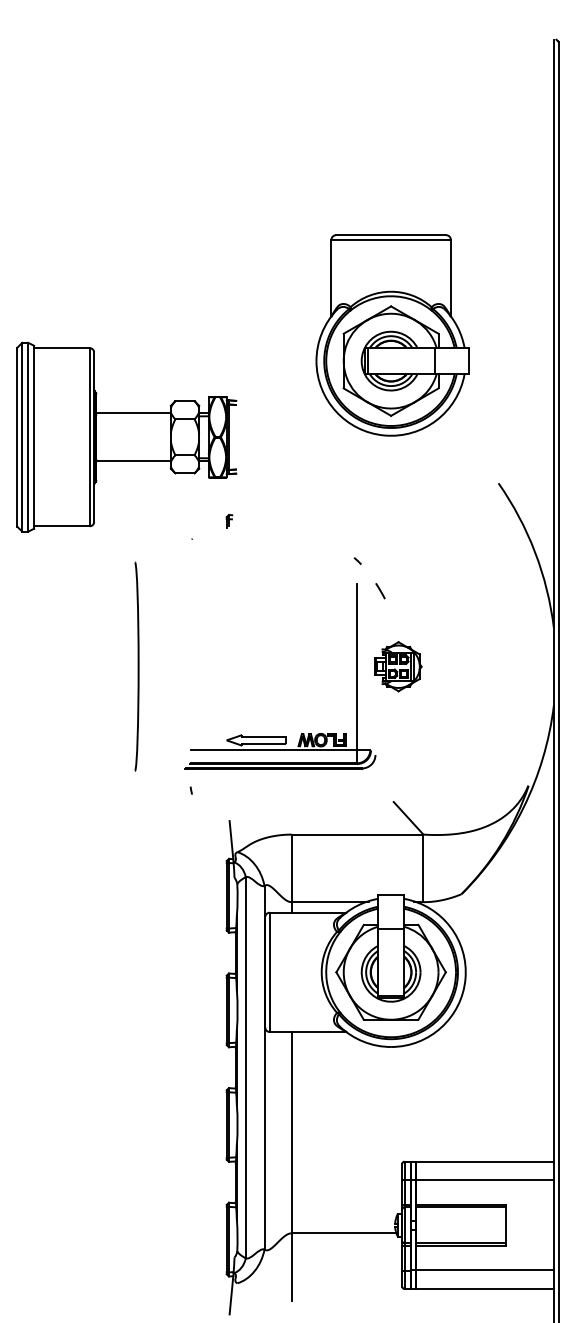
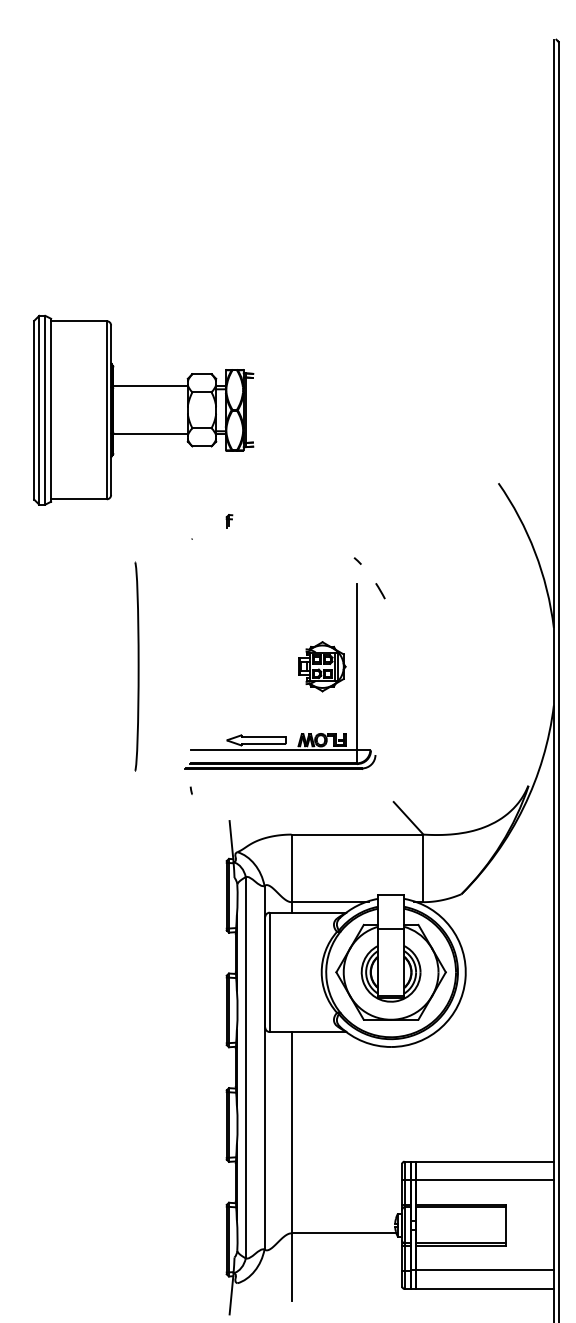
part at (392, 335): present -> none
part at (126, 436) position: (126, 436) -> (143, 409)
part at (398, 666) position: (398, 666) -> (322, 666)
